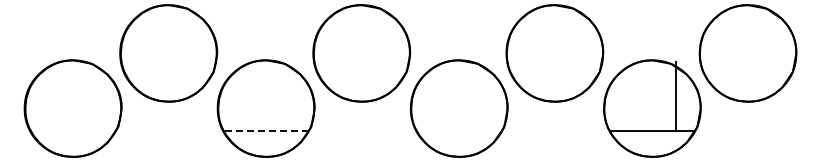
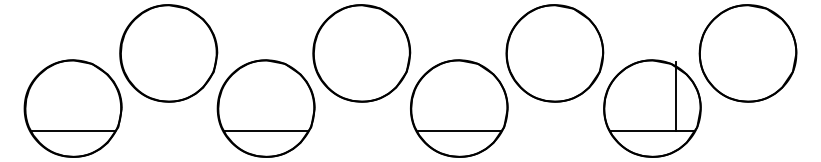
line at (72, 131): none -> present
line at (266, 131): dashed -> solid
line at (459, 131): none -> present
